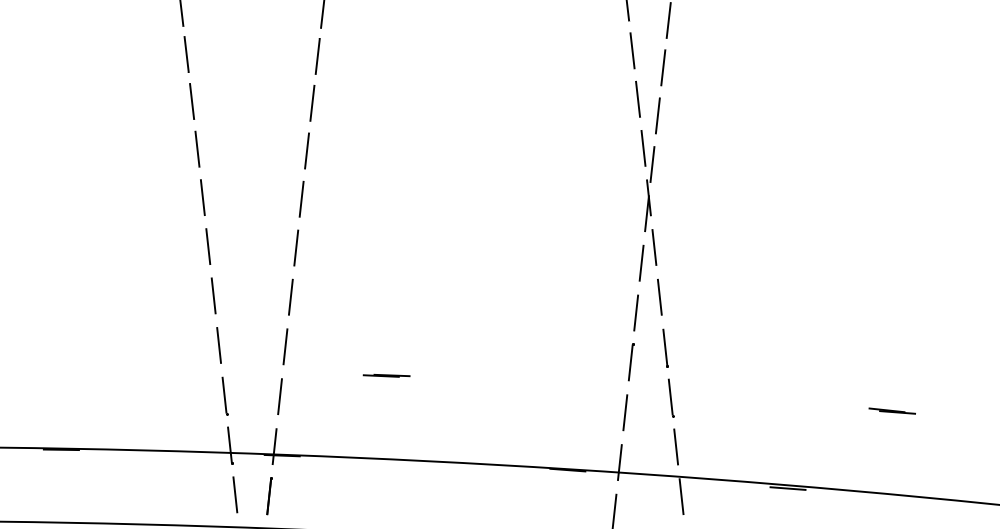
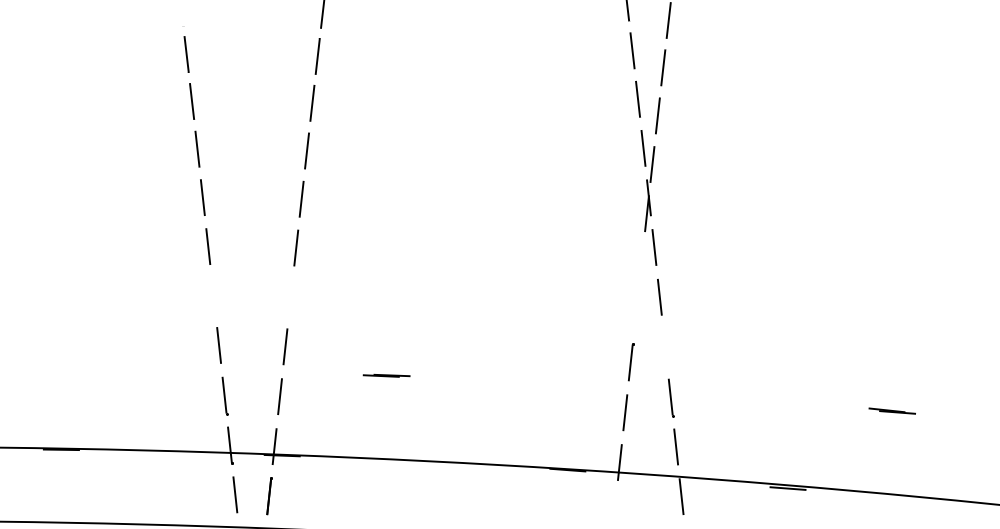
line at (181, 14): present -> none
line at (641, 262): present -> none
line at (213, 295): present -> none
line at (290, 296): present -> none
line at (635, 312): present -> none
line at (665, 347): present -> none
line at (614, 509): present -> none
